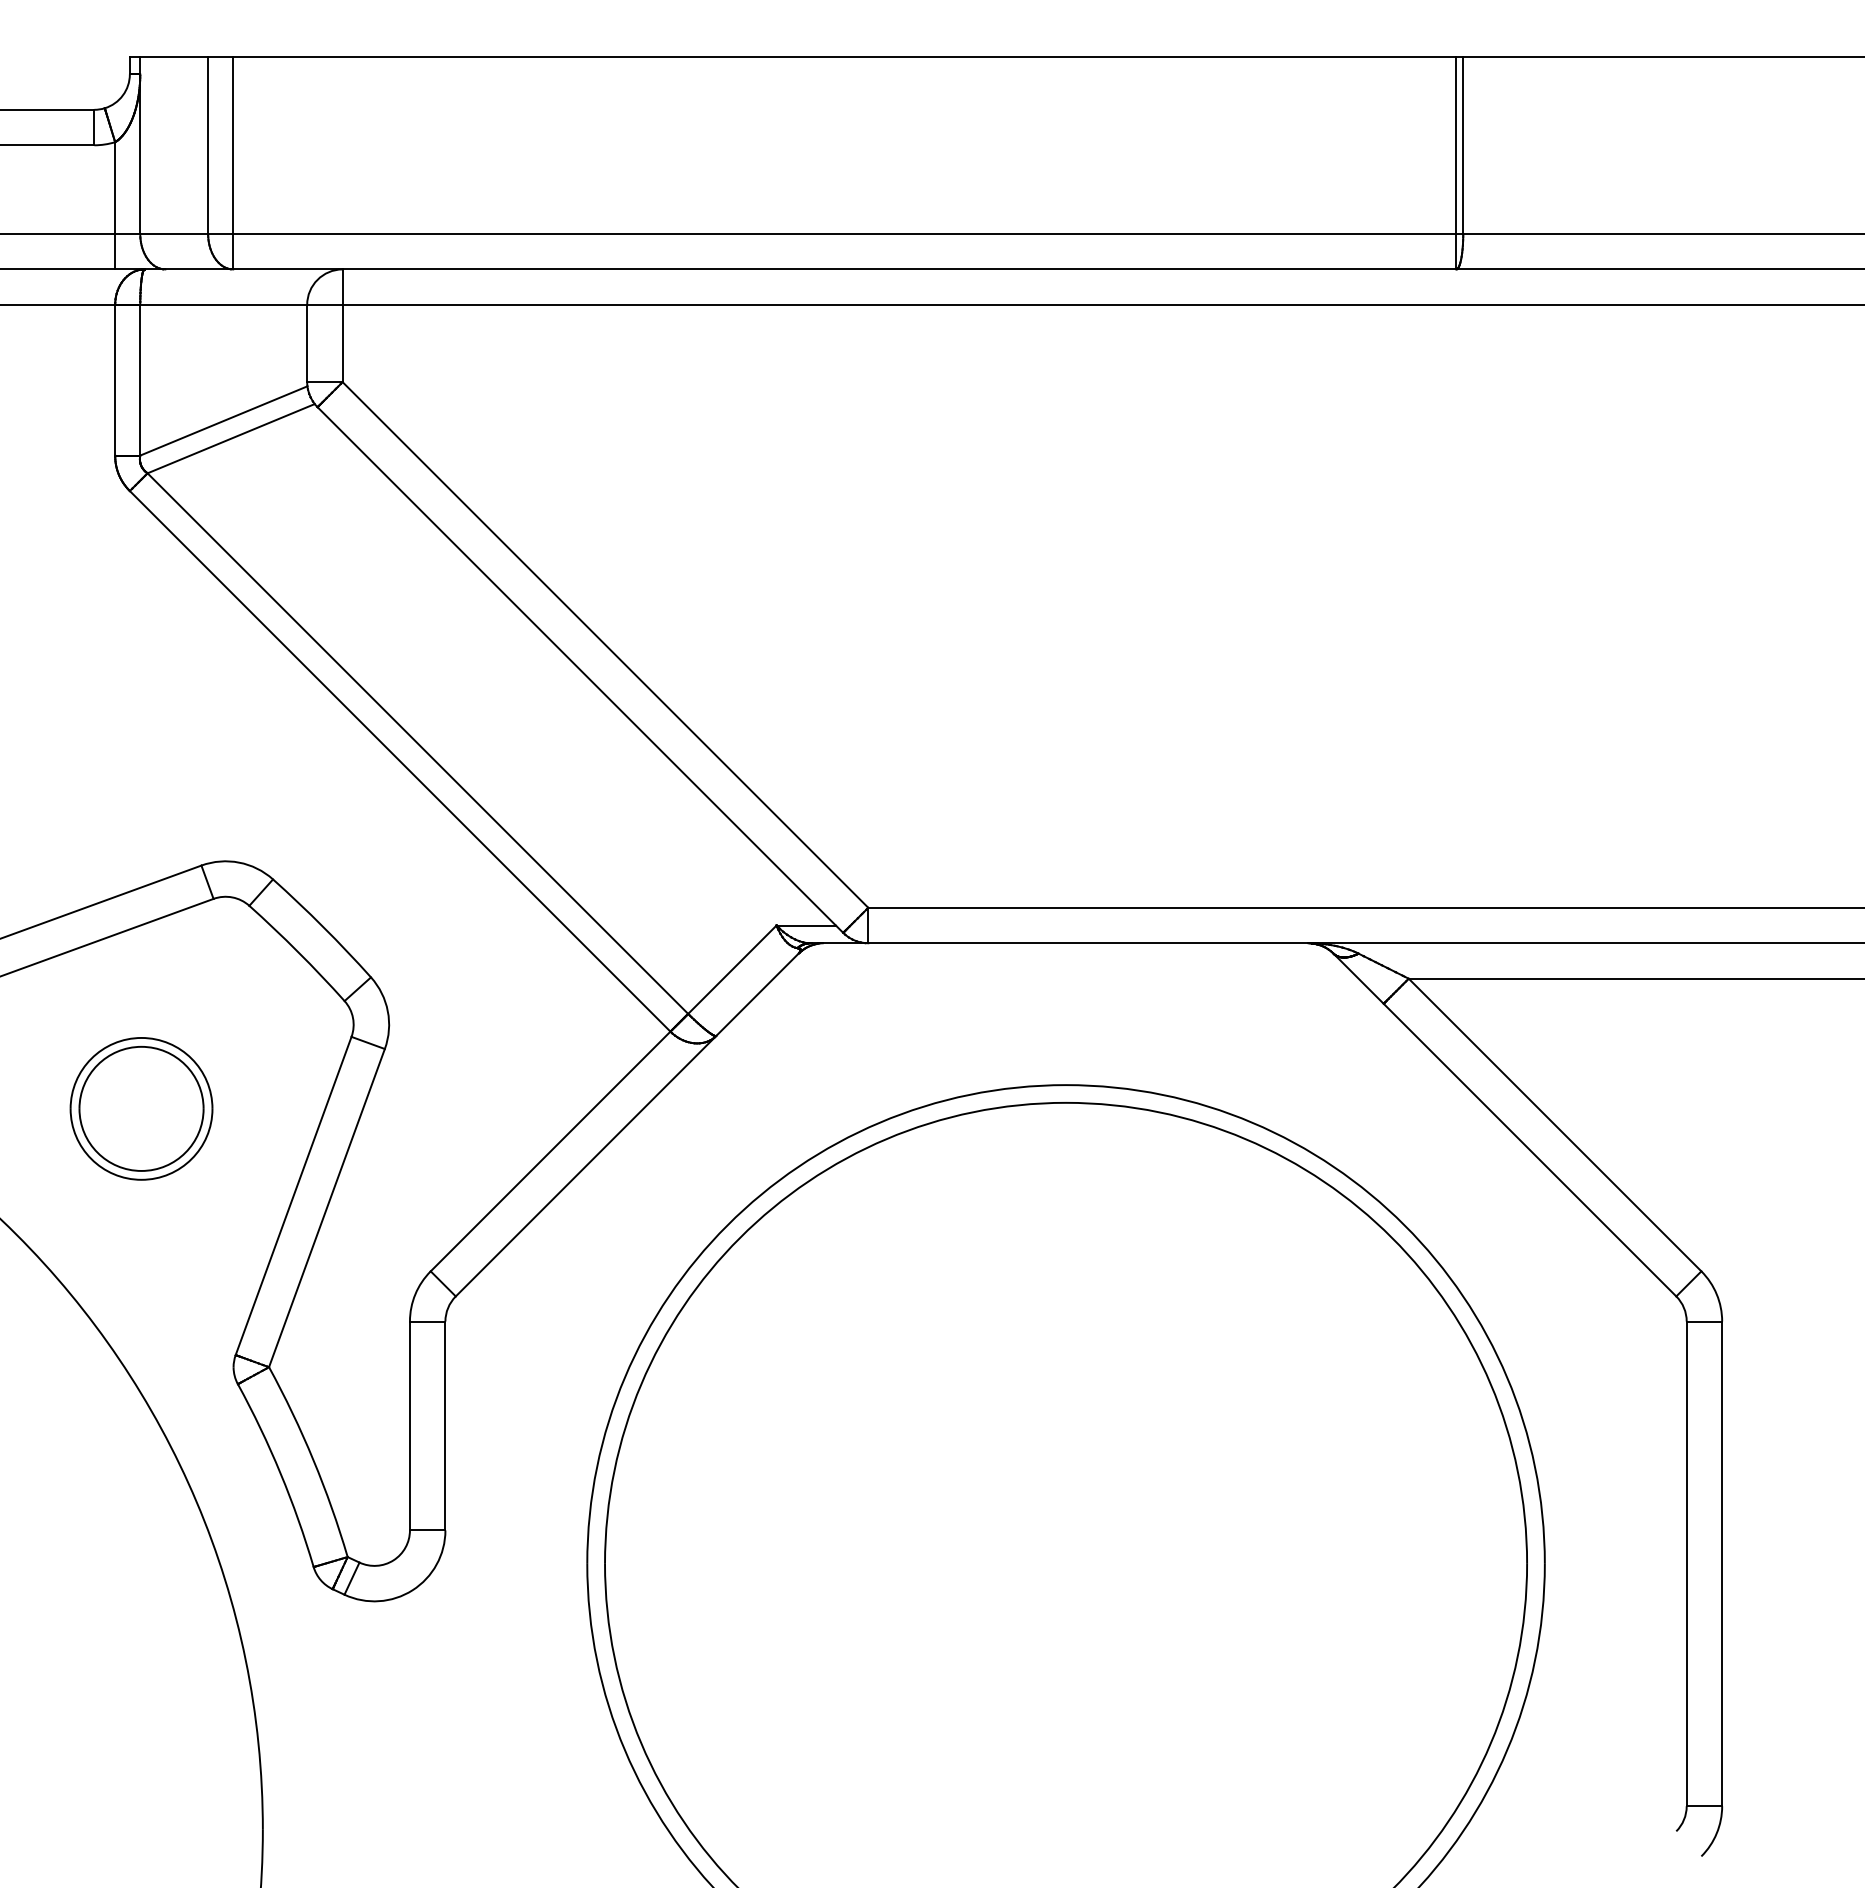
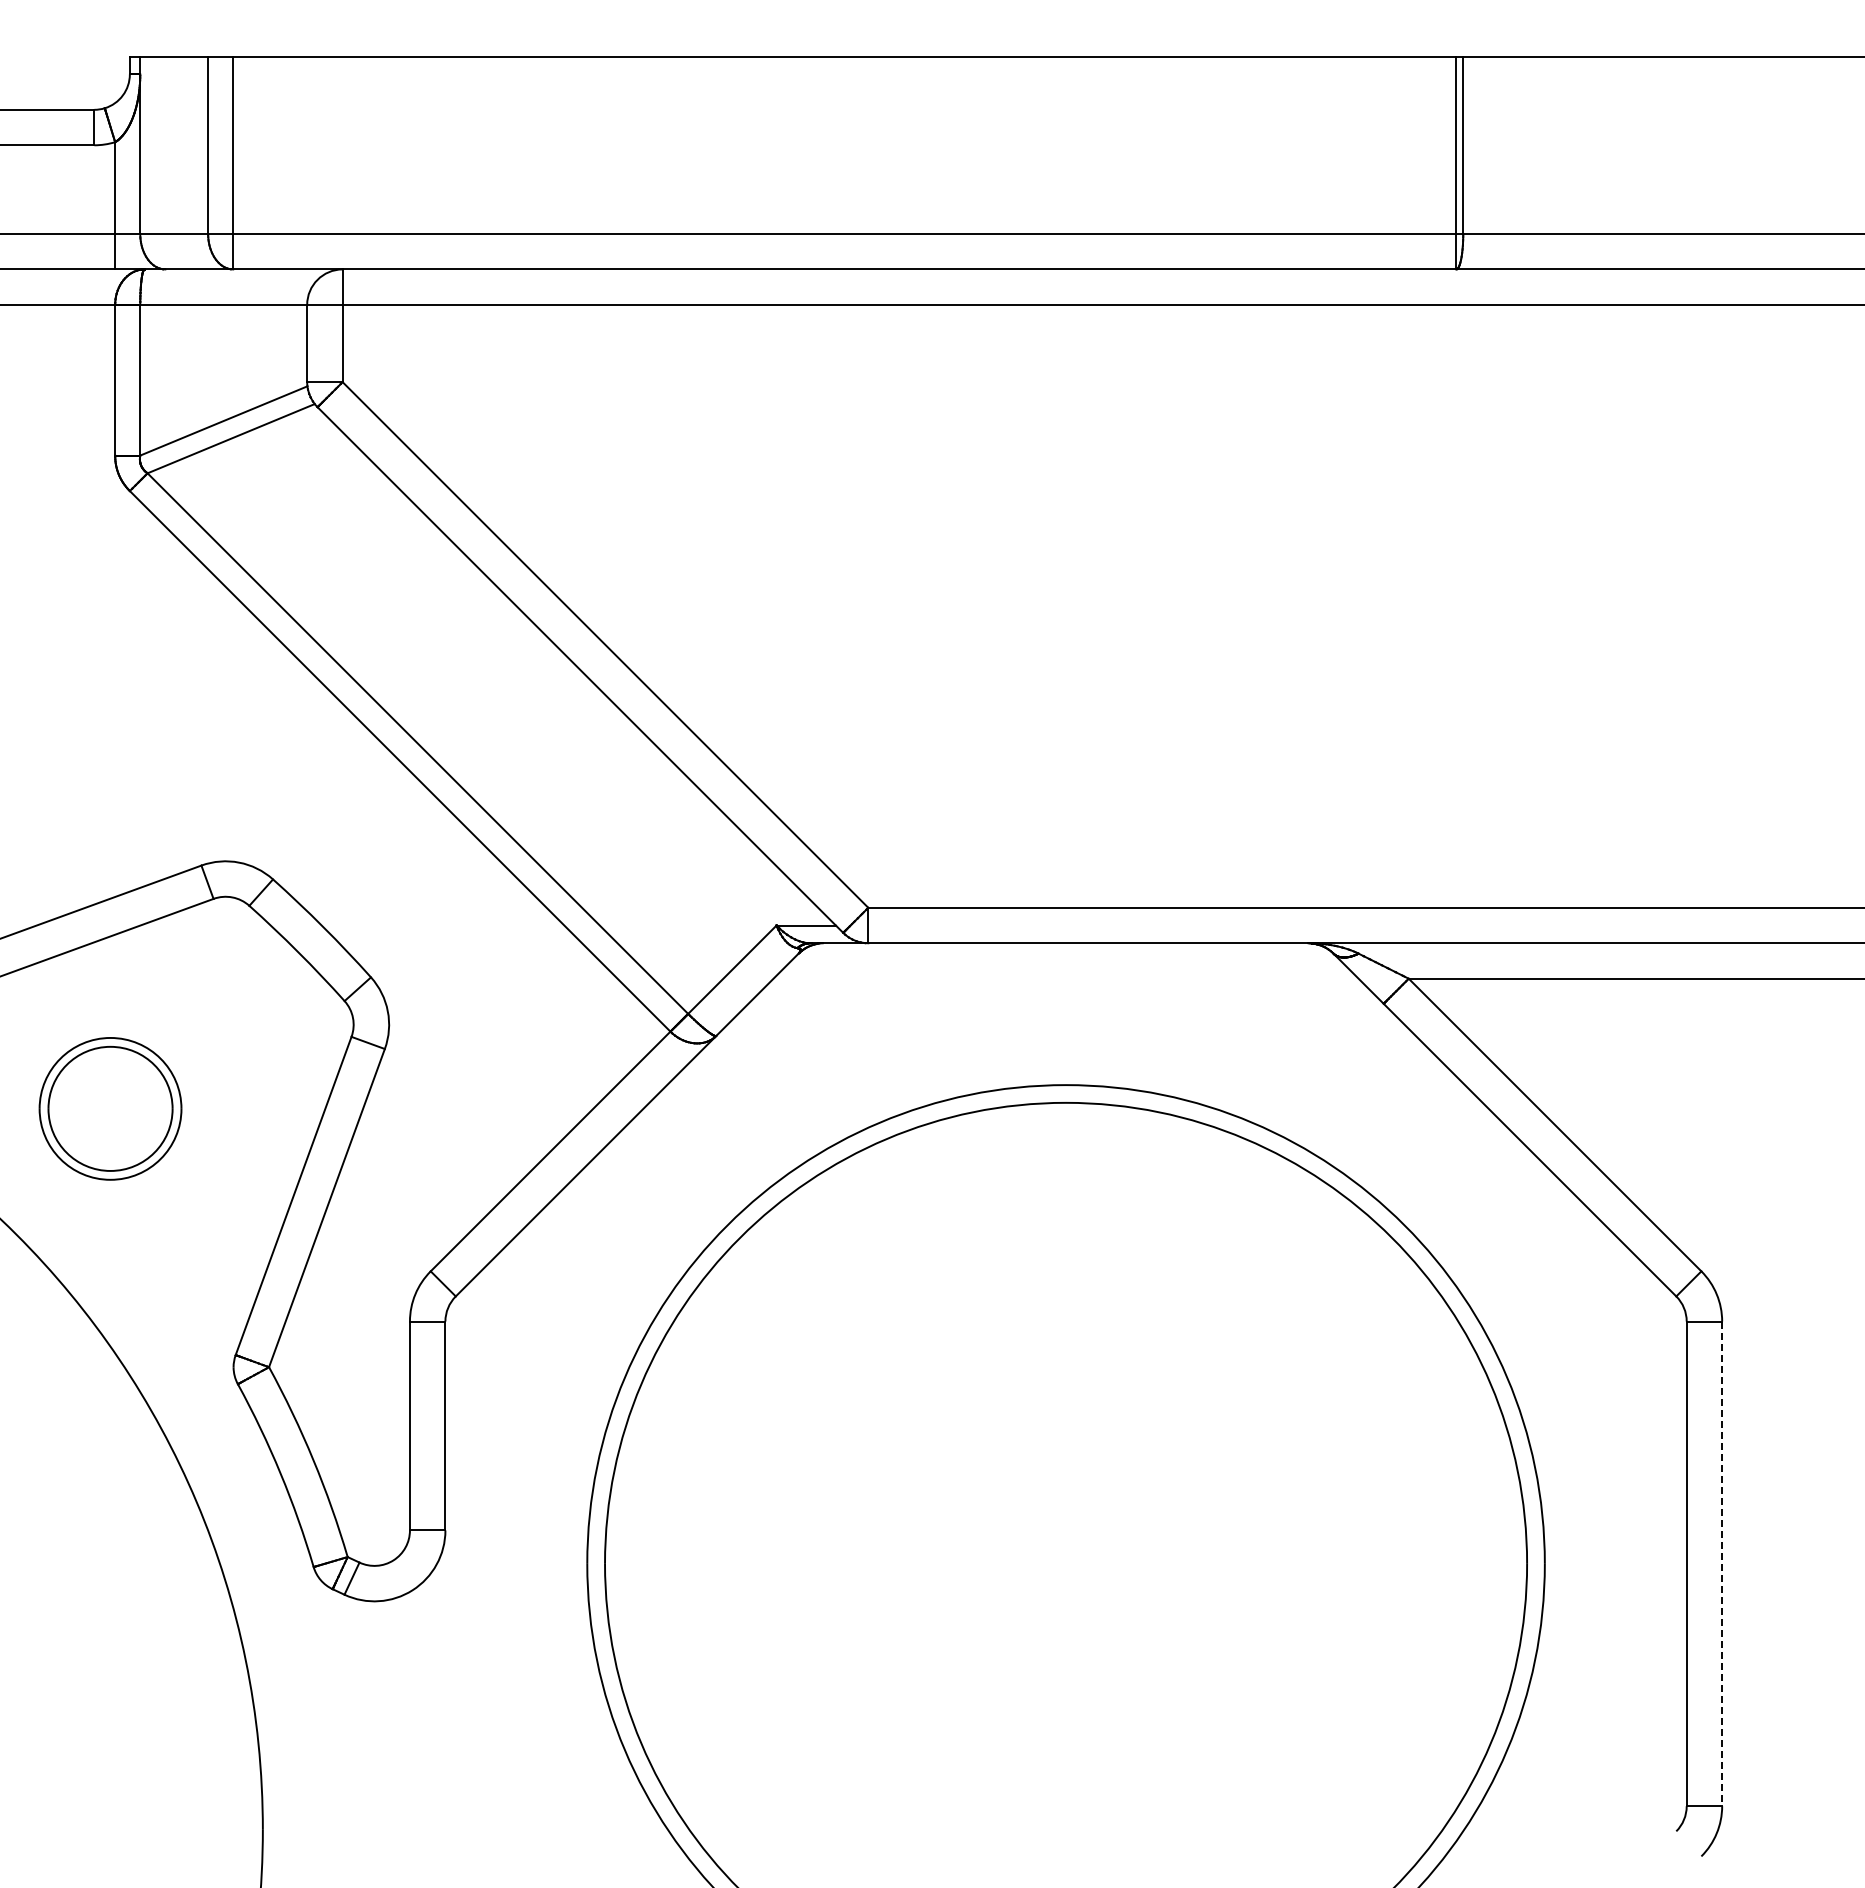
part at (141, 1108) position: (141, 1108) -> (110, 1108)
line at (1722, 1564): solid -> dashed
